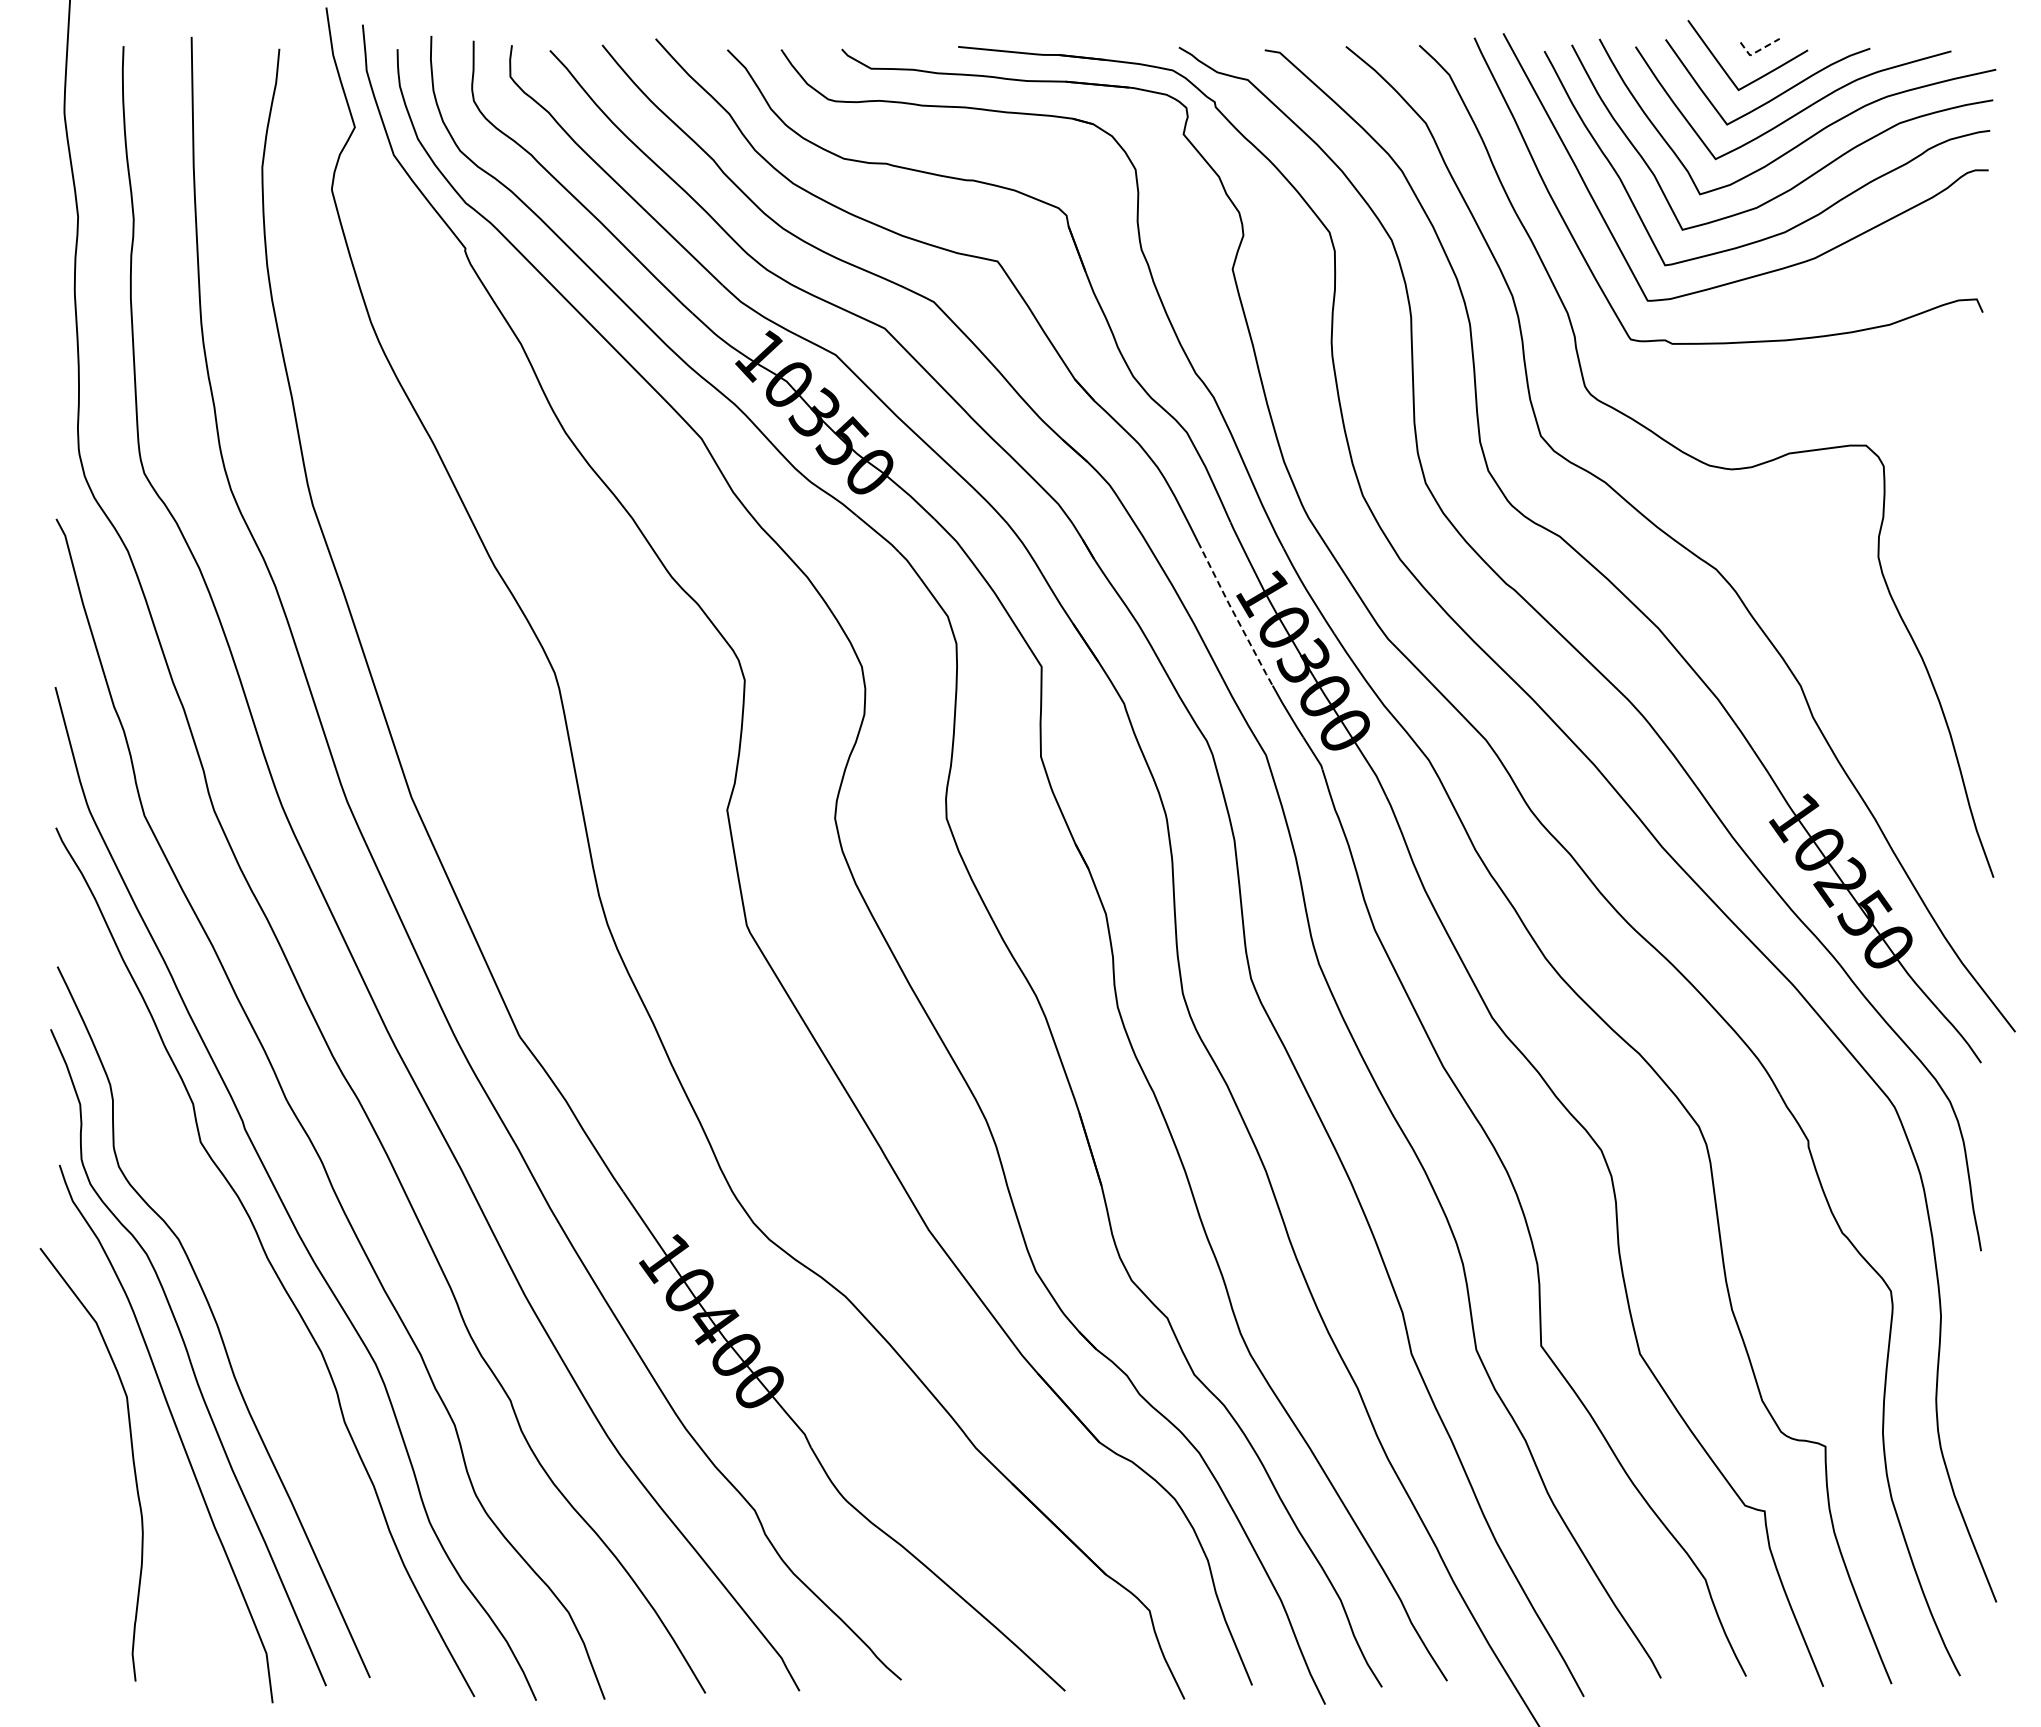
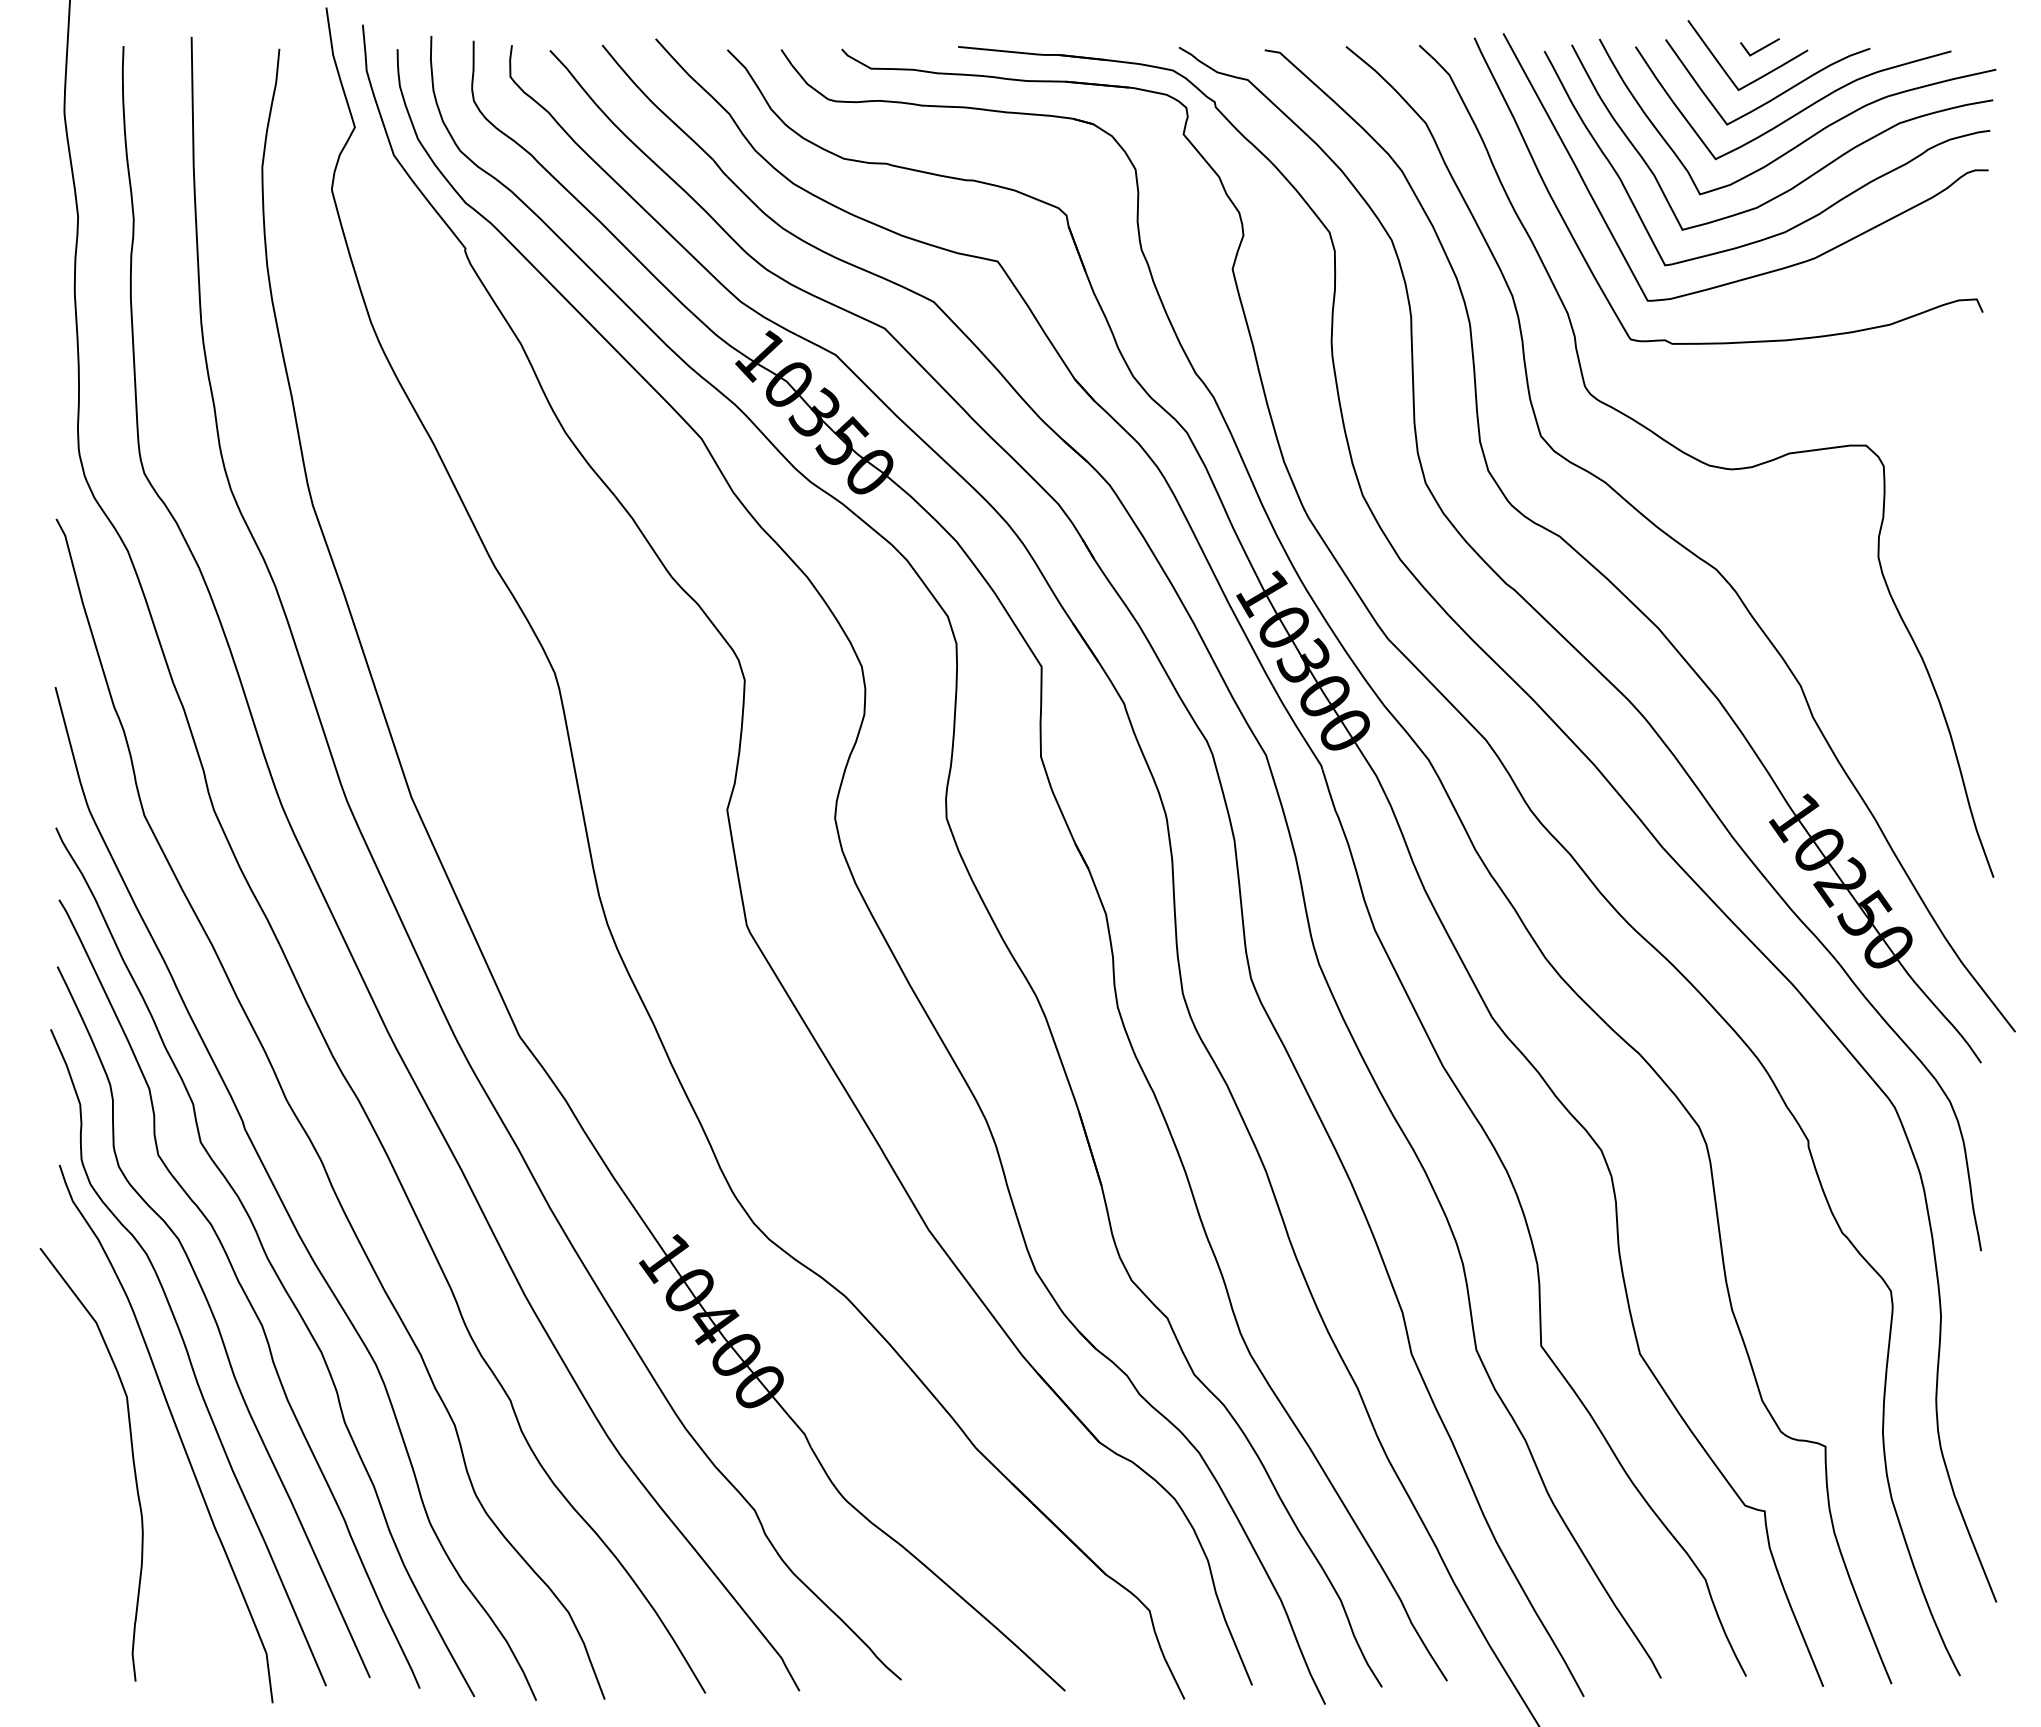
line at (1757, 51): dashed -> solid
line at (1234, 614): dashed -> solid
curve at (242, 1291): none -> present
